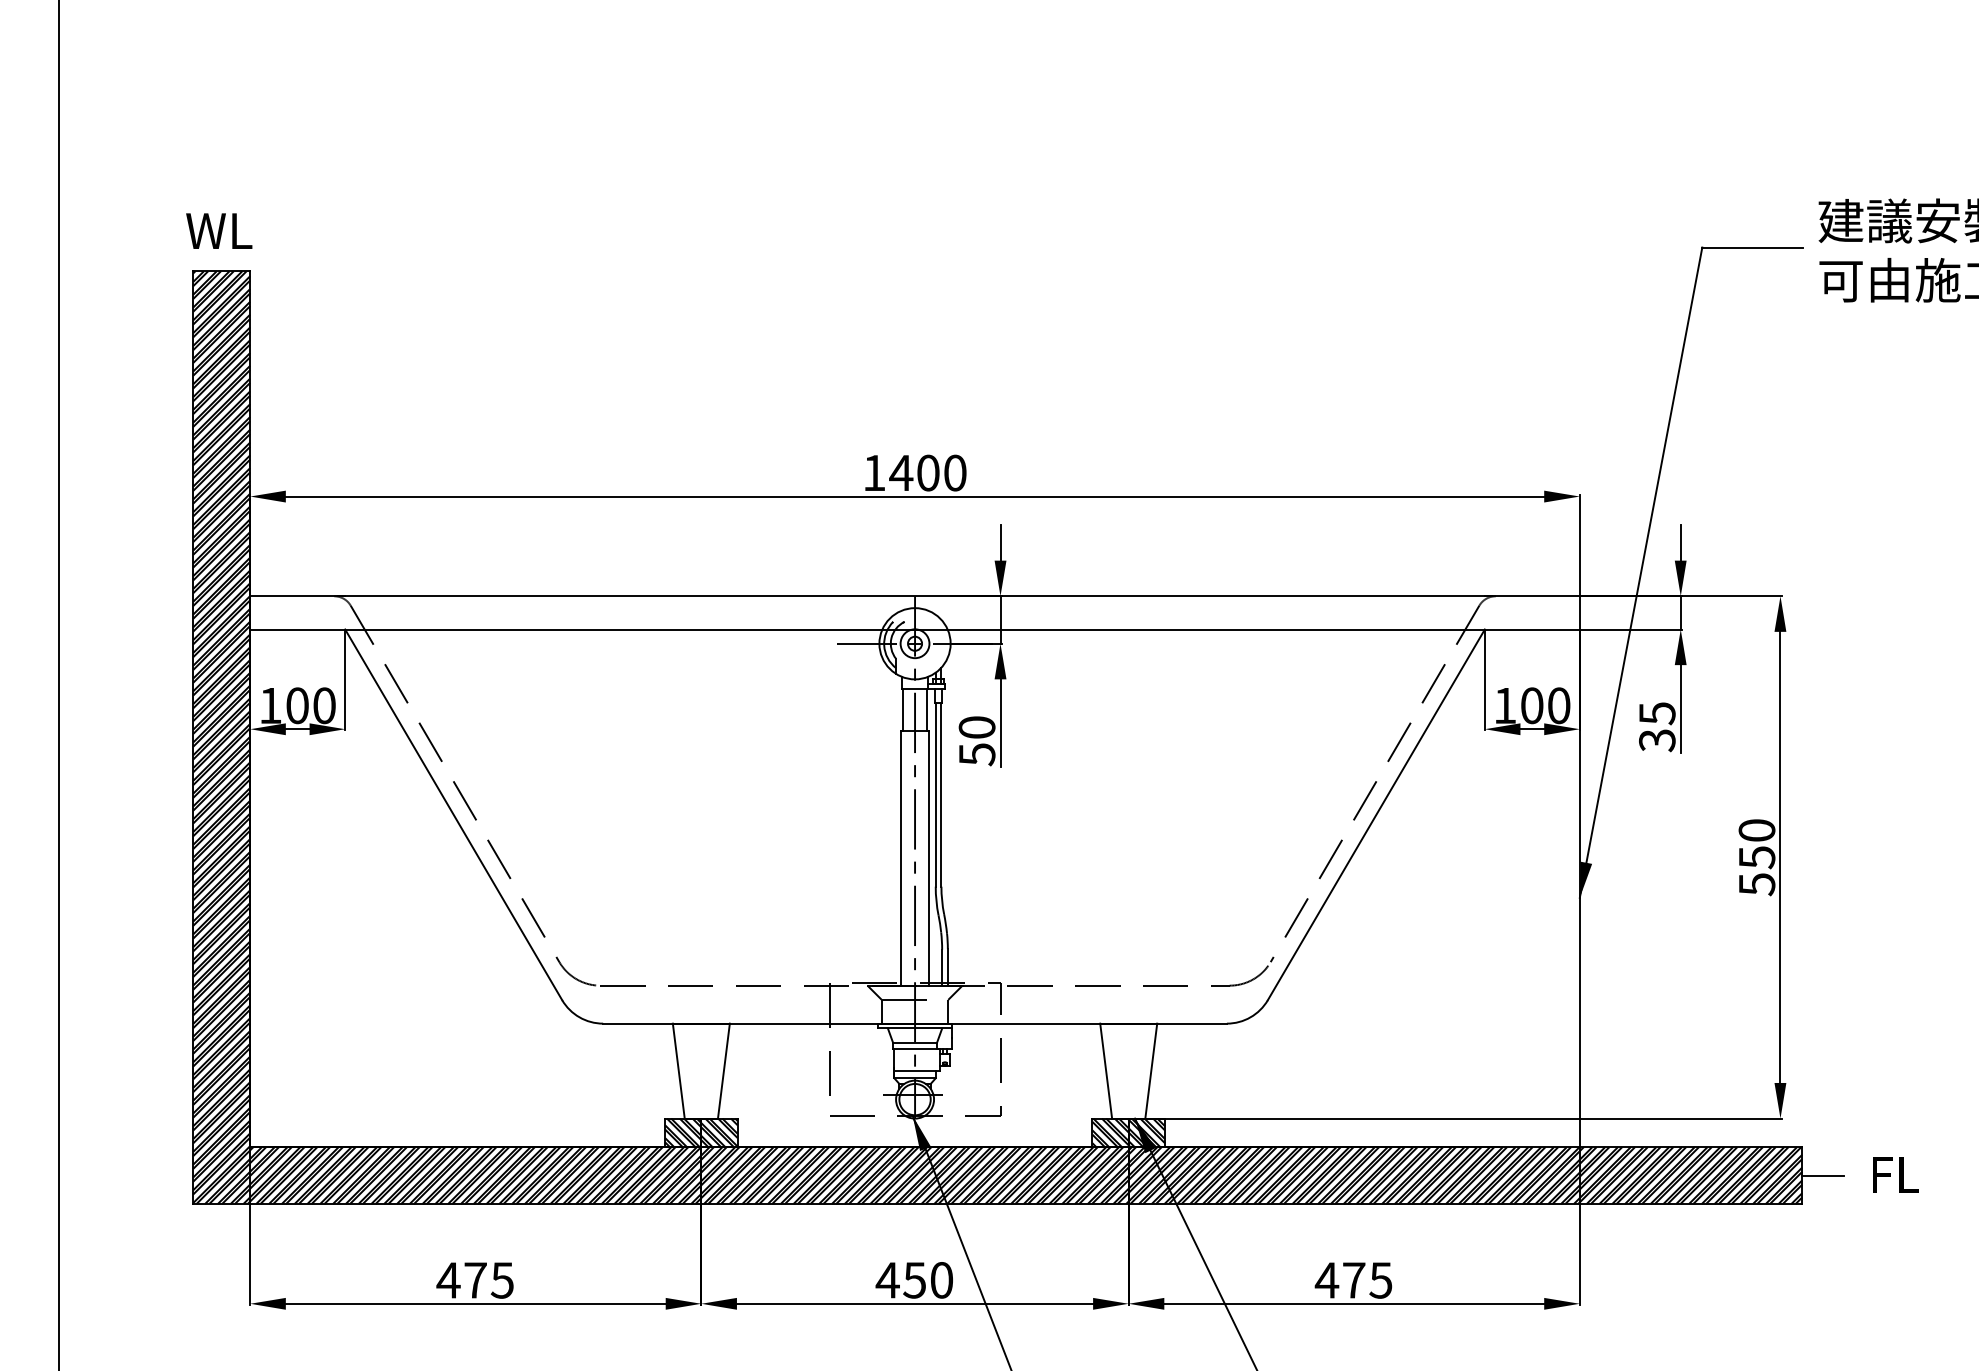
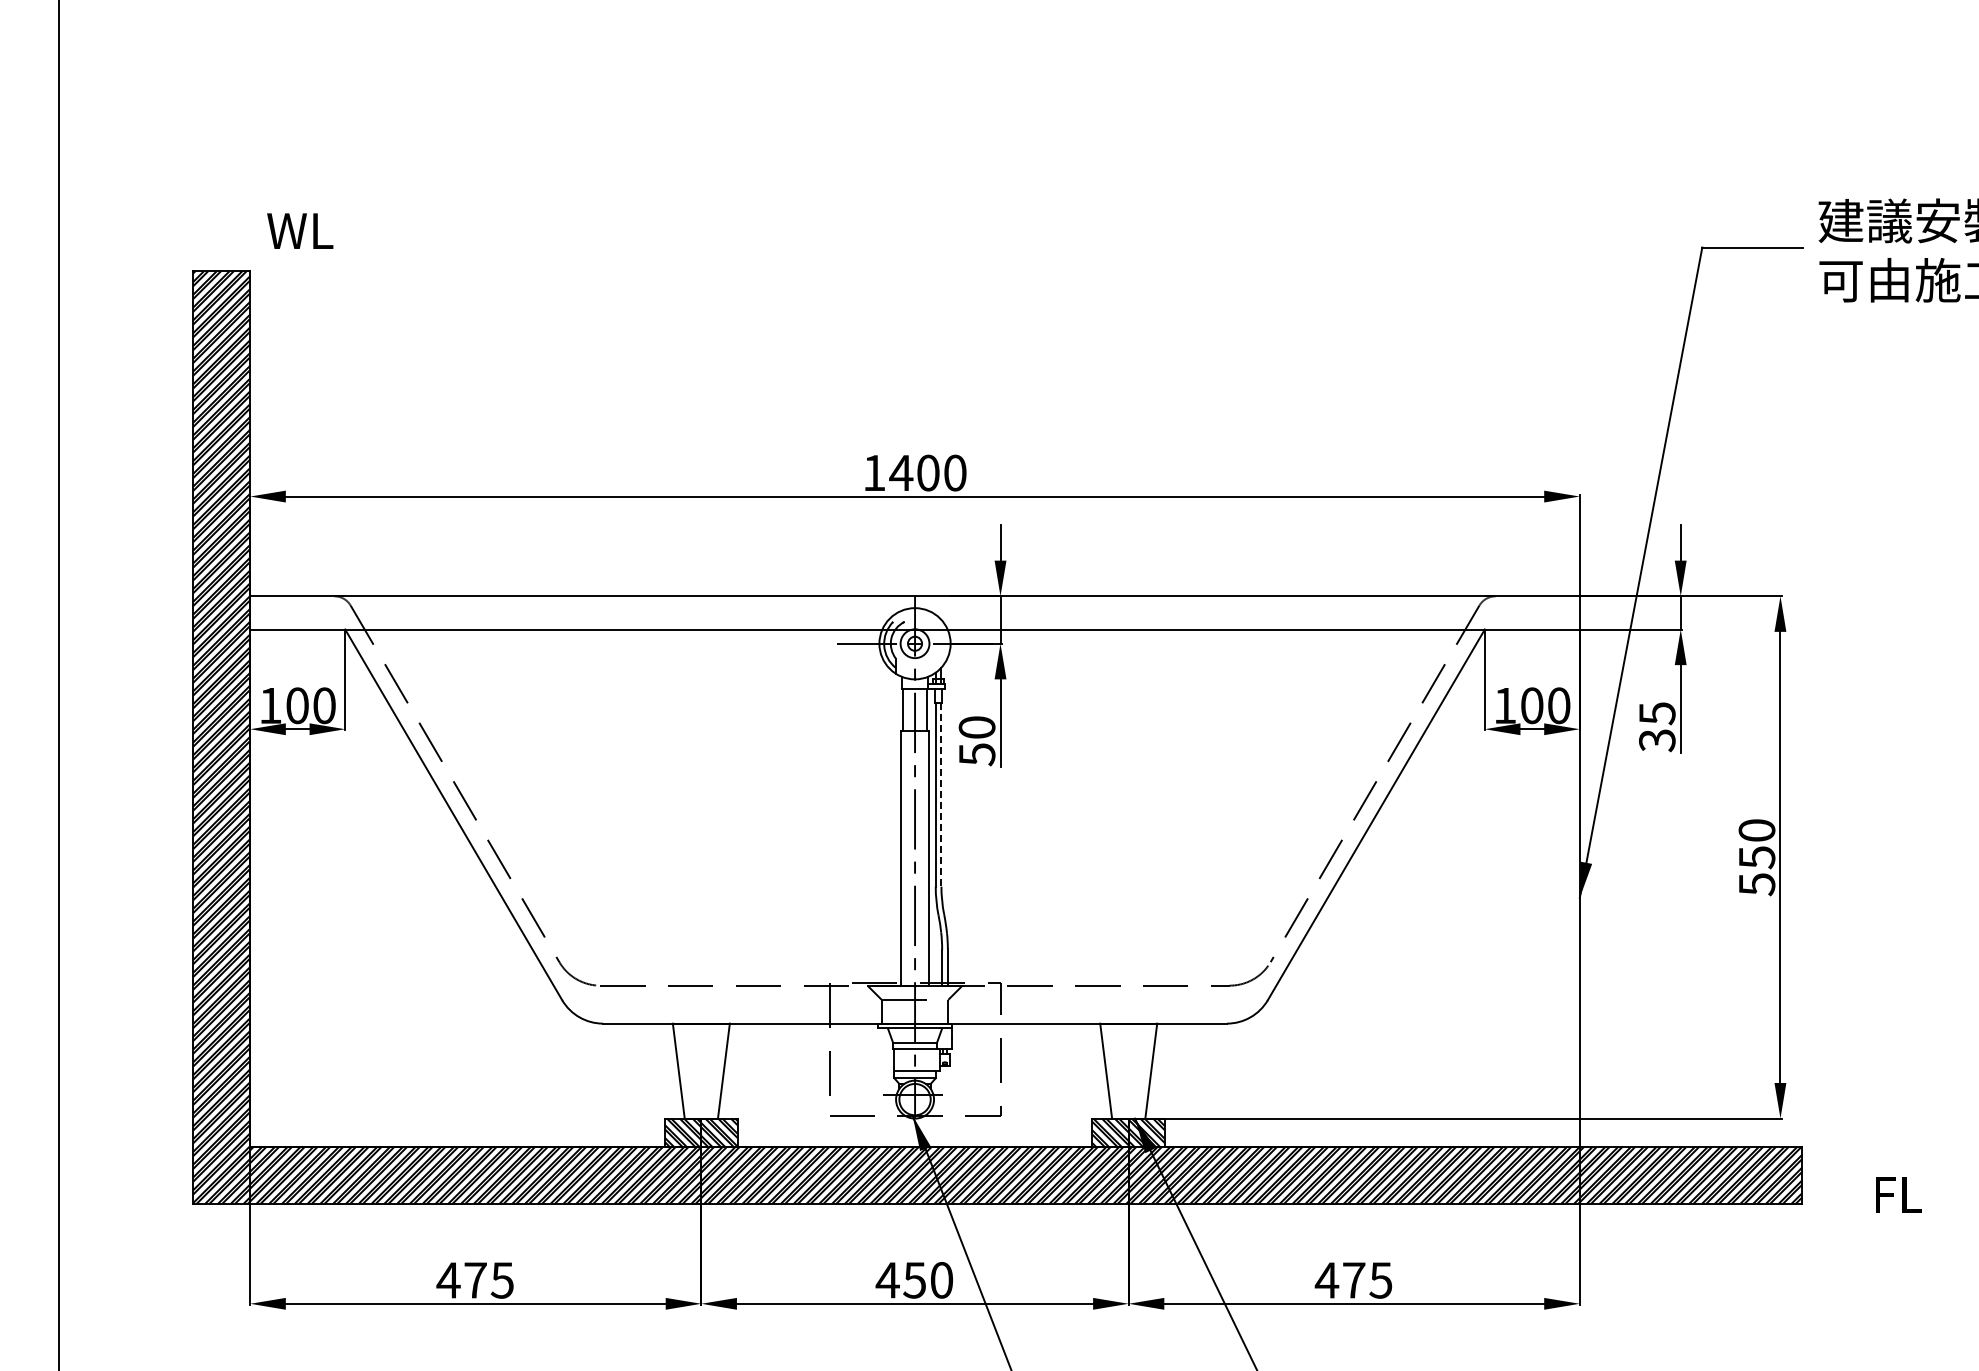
text at (219, 230) position: (219, 230) -> (300, 230)
line at (941, 794): solid -> dashed
text at (1895, 1174) position: (1895, 1174) -> (1898, 1194)
line at (1822, 1175): present -> none
